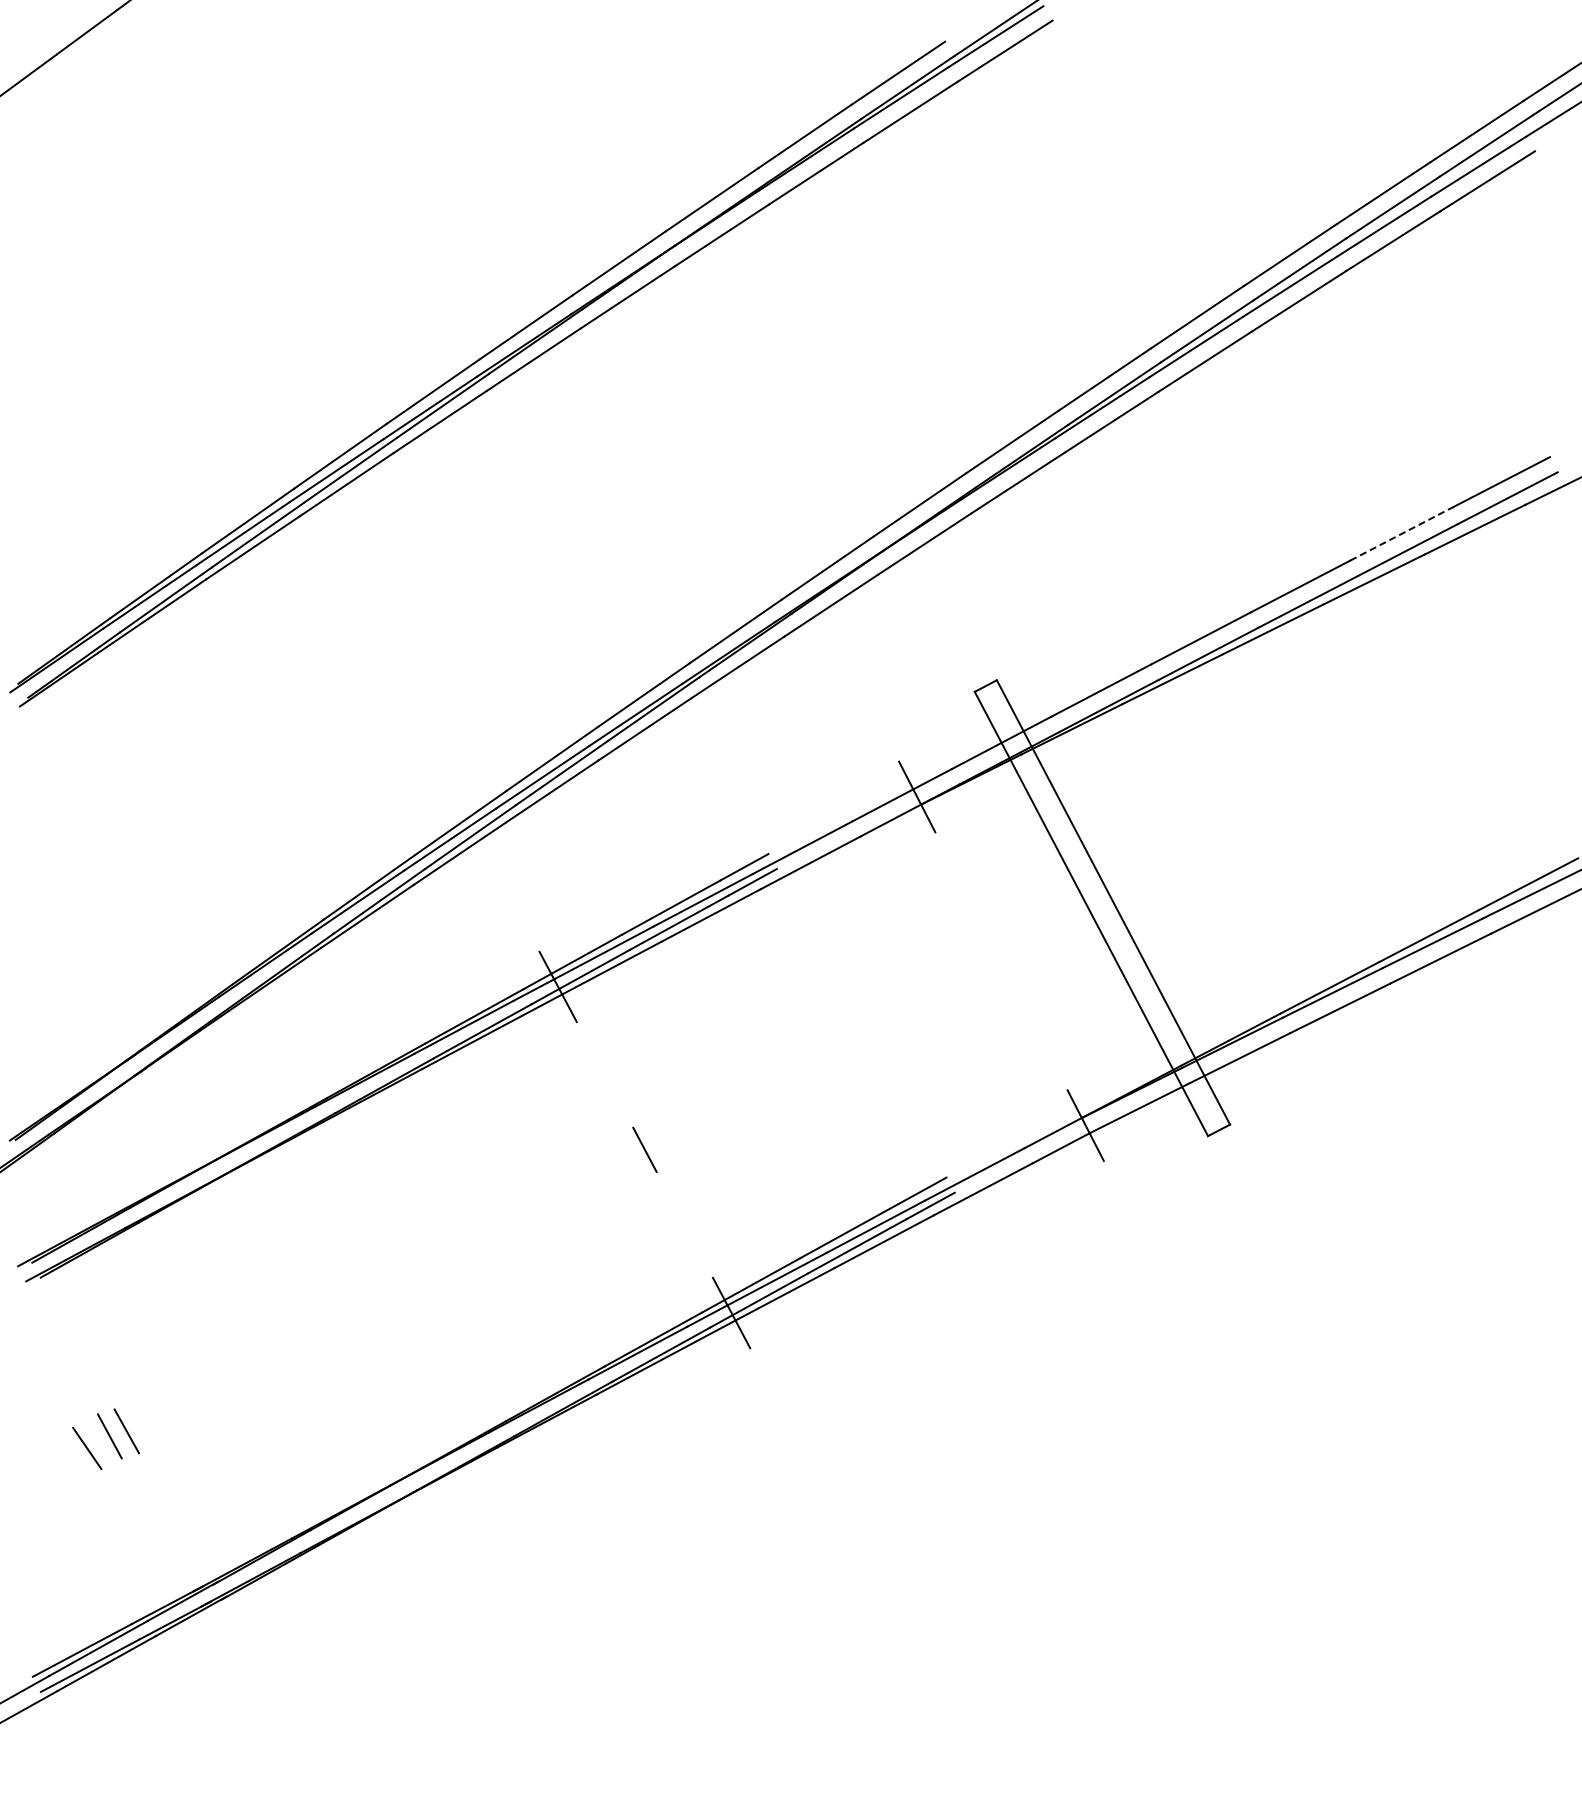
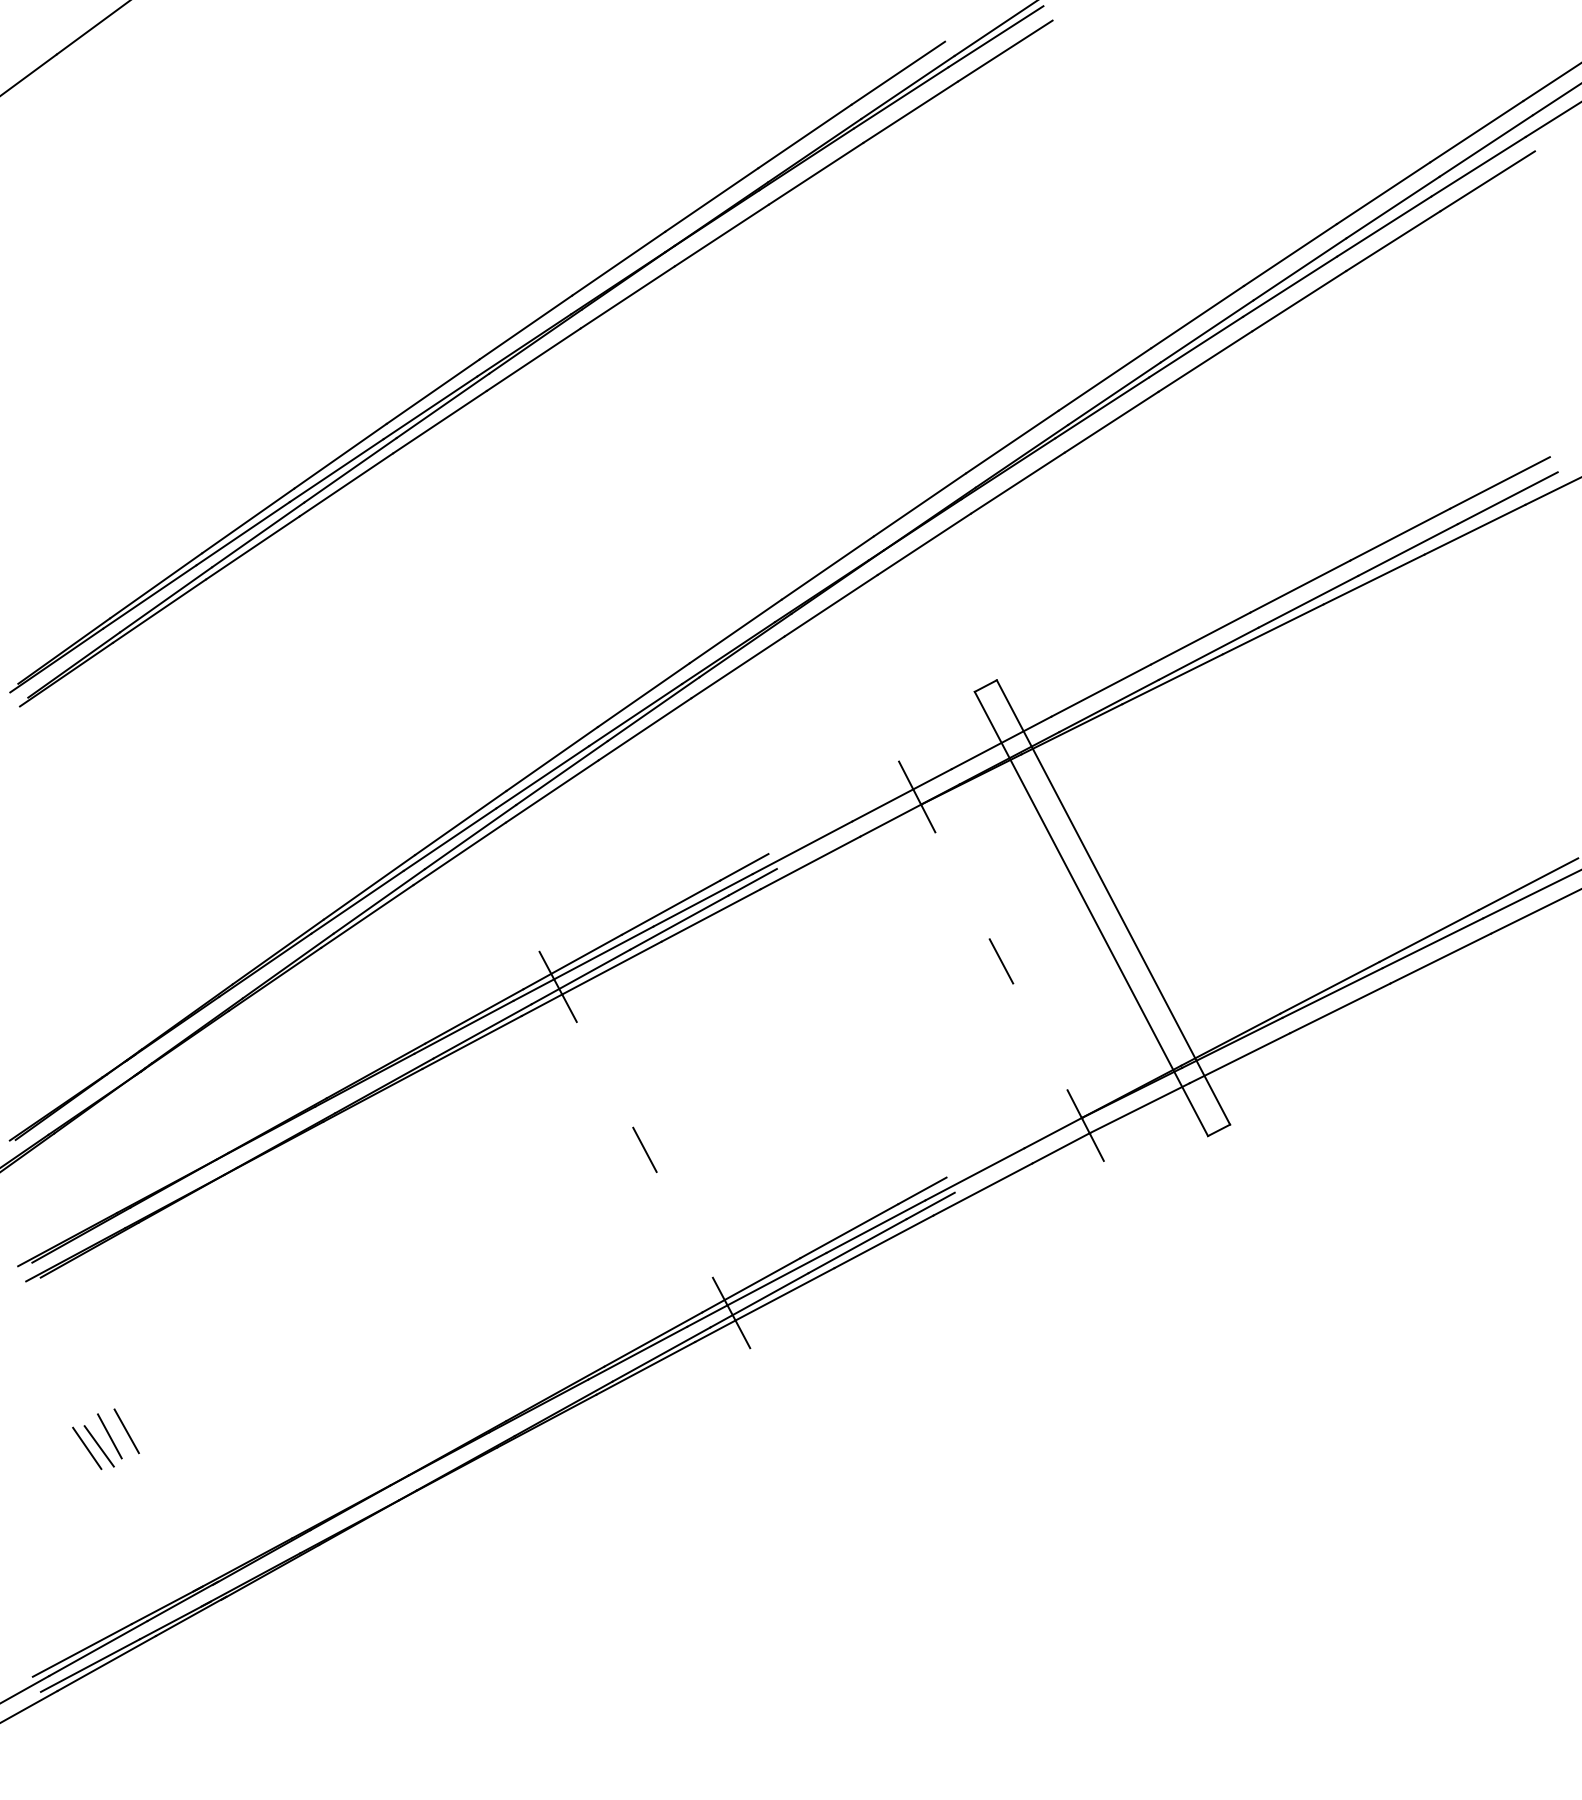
line at (1400, 534): dashed -> solid
line at (1001, 961): none -> present
line at (98, 1446): none -> present
